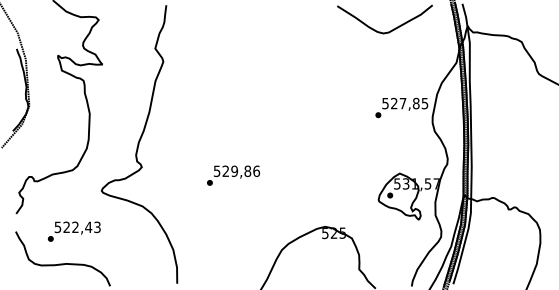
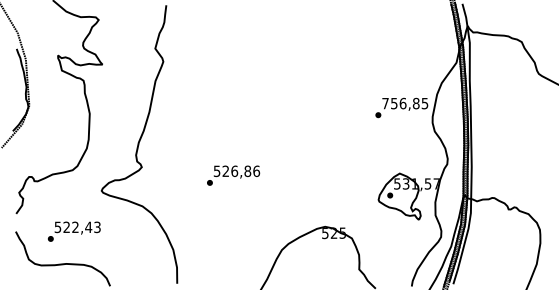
curve at (387, 31): present -> none
text at (394, 103): 527,85 -> 756,85
text at (234, 171): 529,86 -> 526,86
